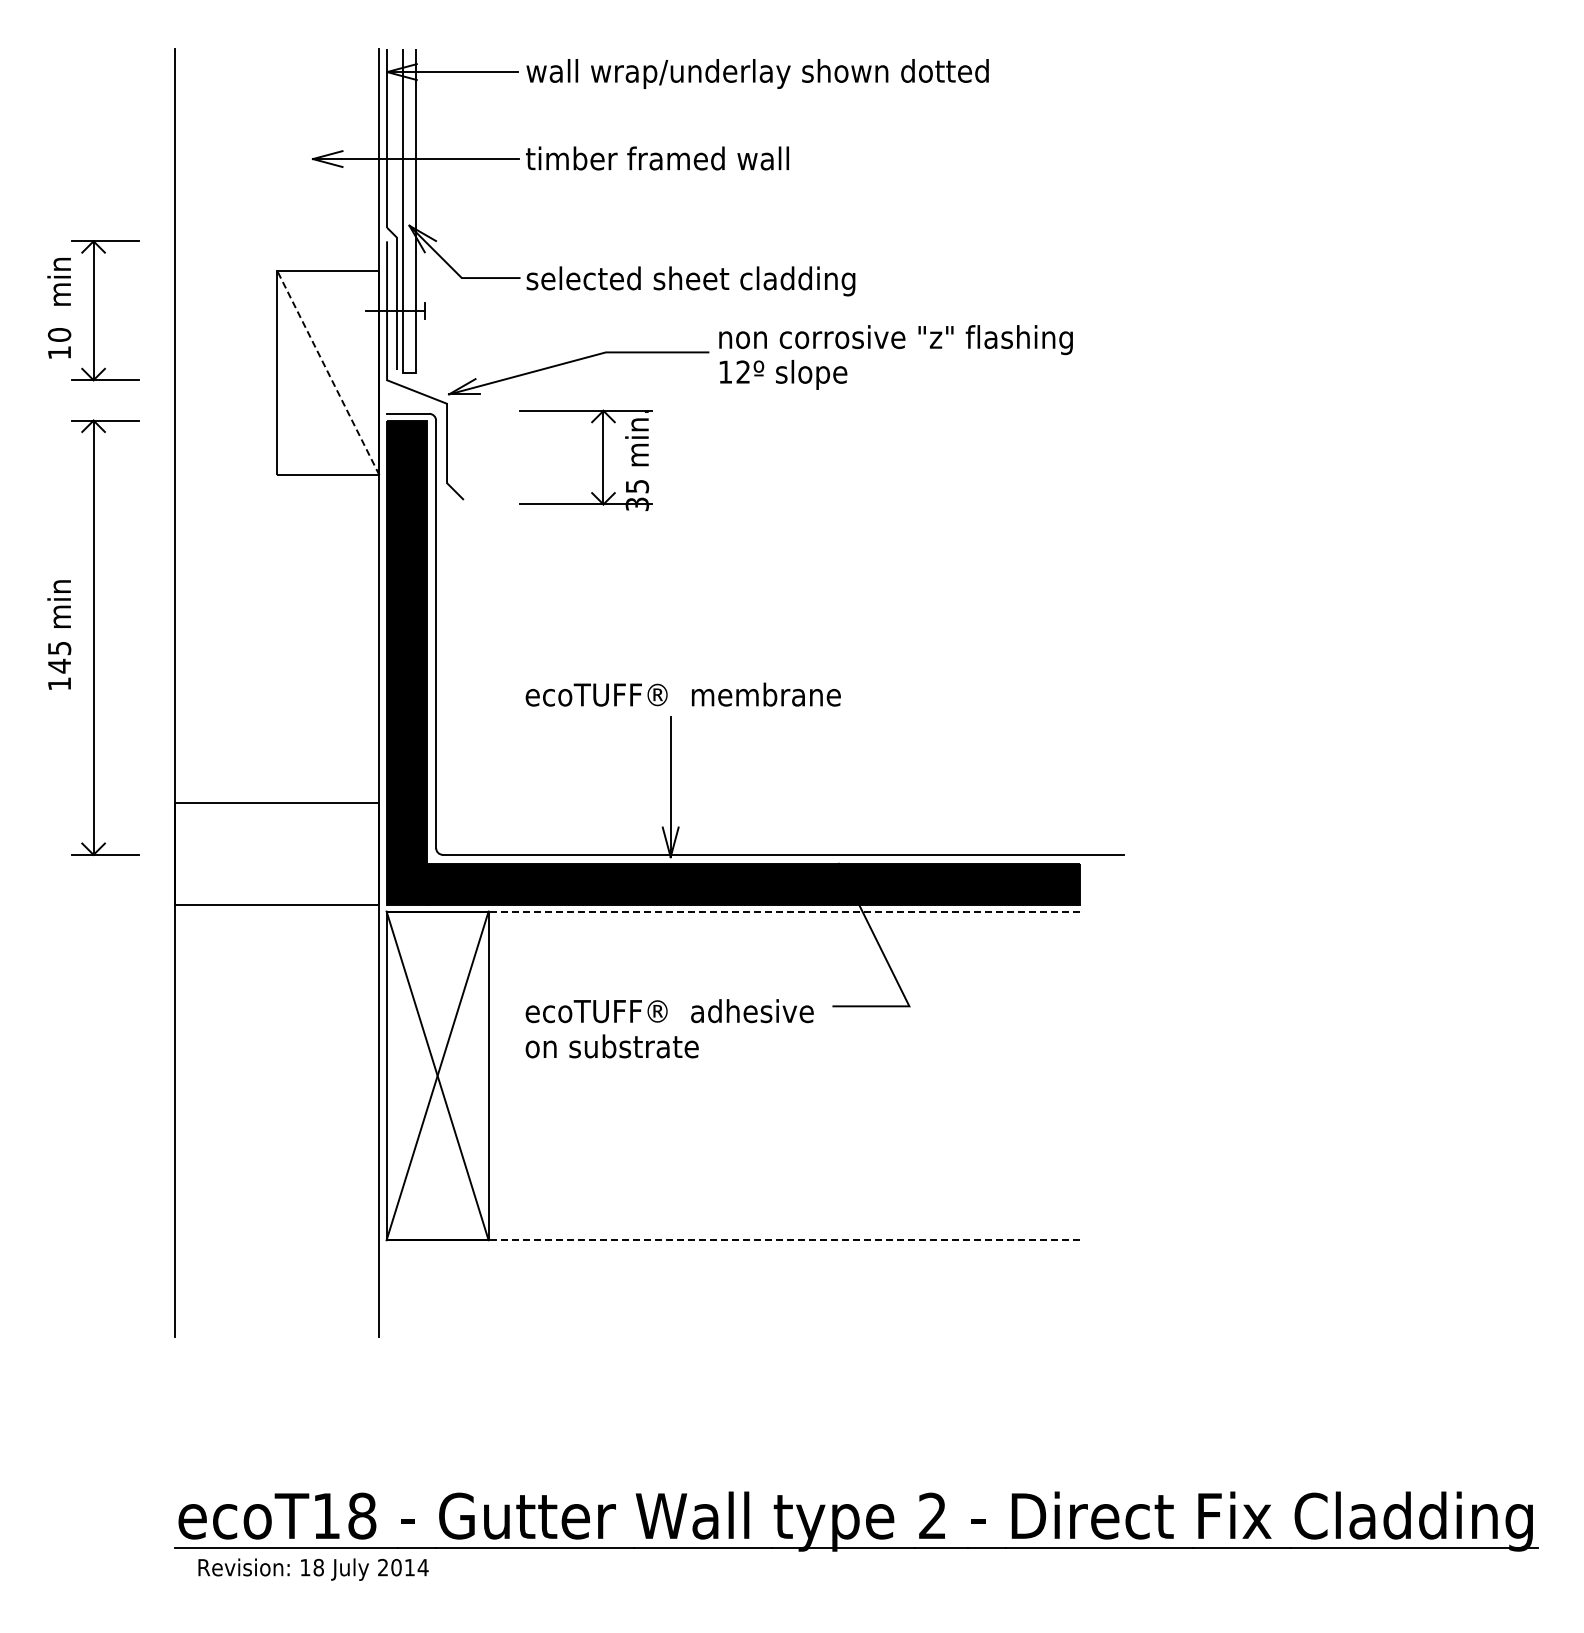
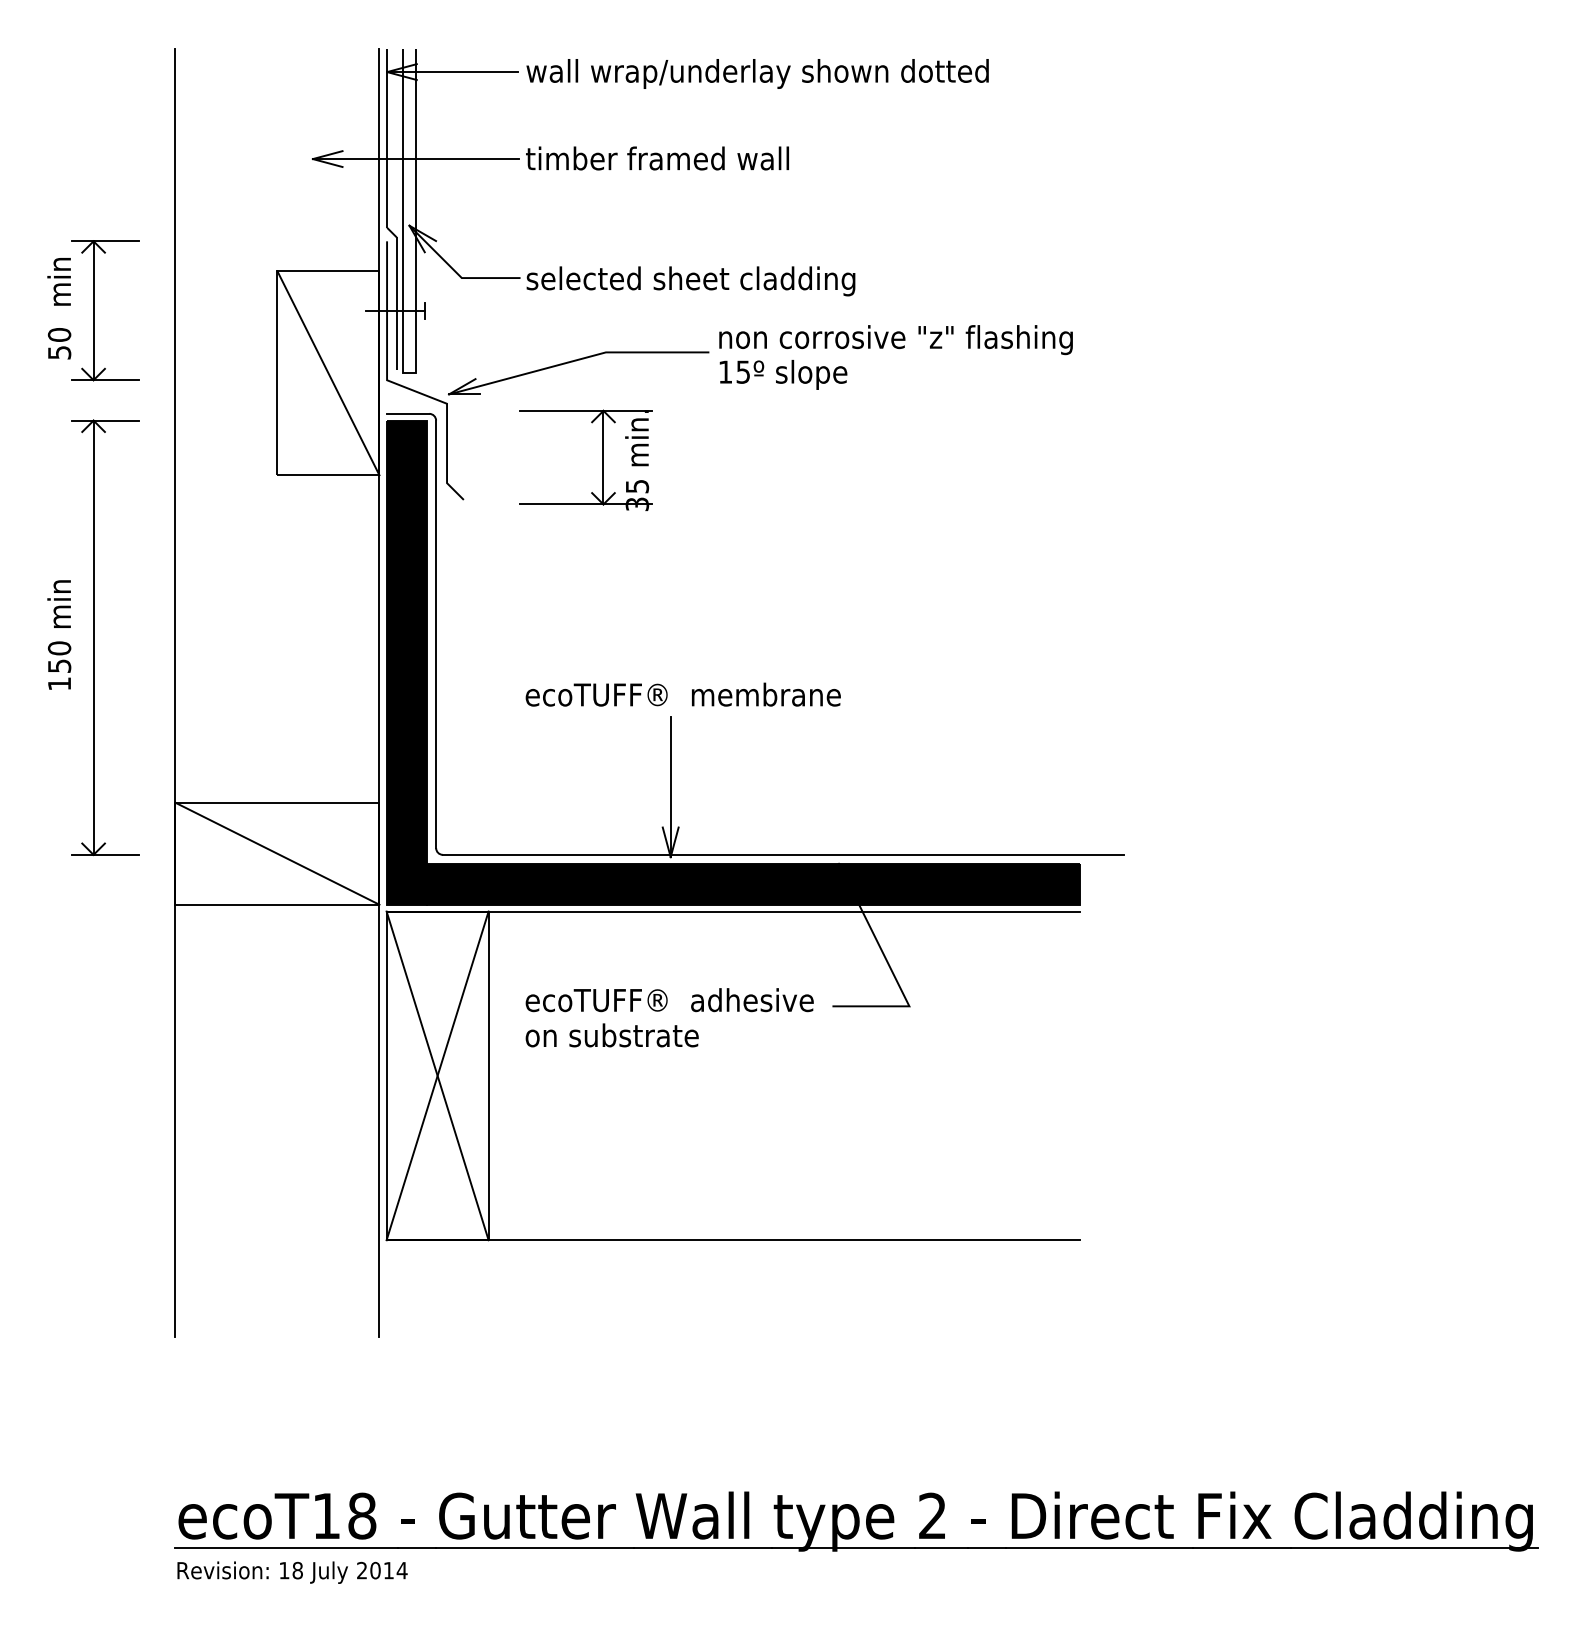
text at (59, 352): 10 -> 50
text at (742, 371): 12º -> 15º
line at (328, 372): dashed -> solid
text at (59, 657): 145 -> 150
line at (277, 853): none -> present
line at (784, 911): dashed -> solid
text at (669, 1028) position: (669, 1028) -> (669, 1017)
line at (784, 1240): dashed -> solid
text at (313, 1569) position: (313, 1569) -> (292, 1572)
